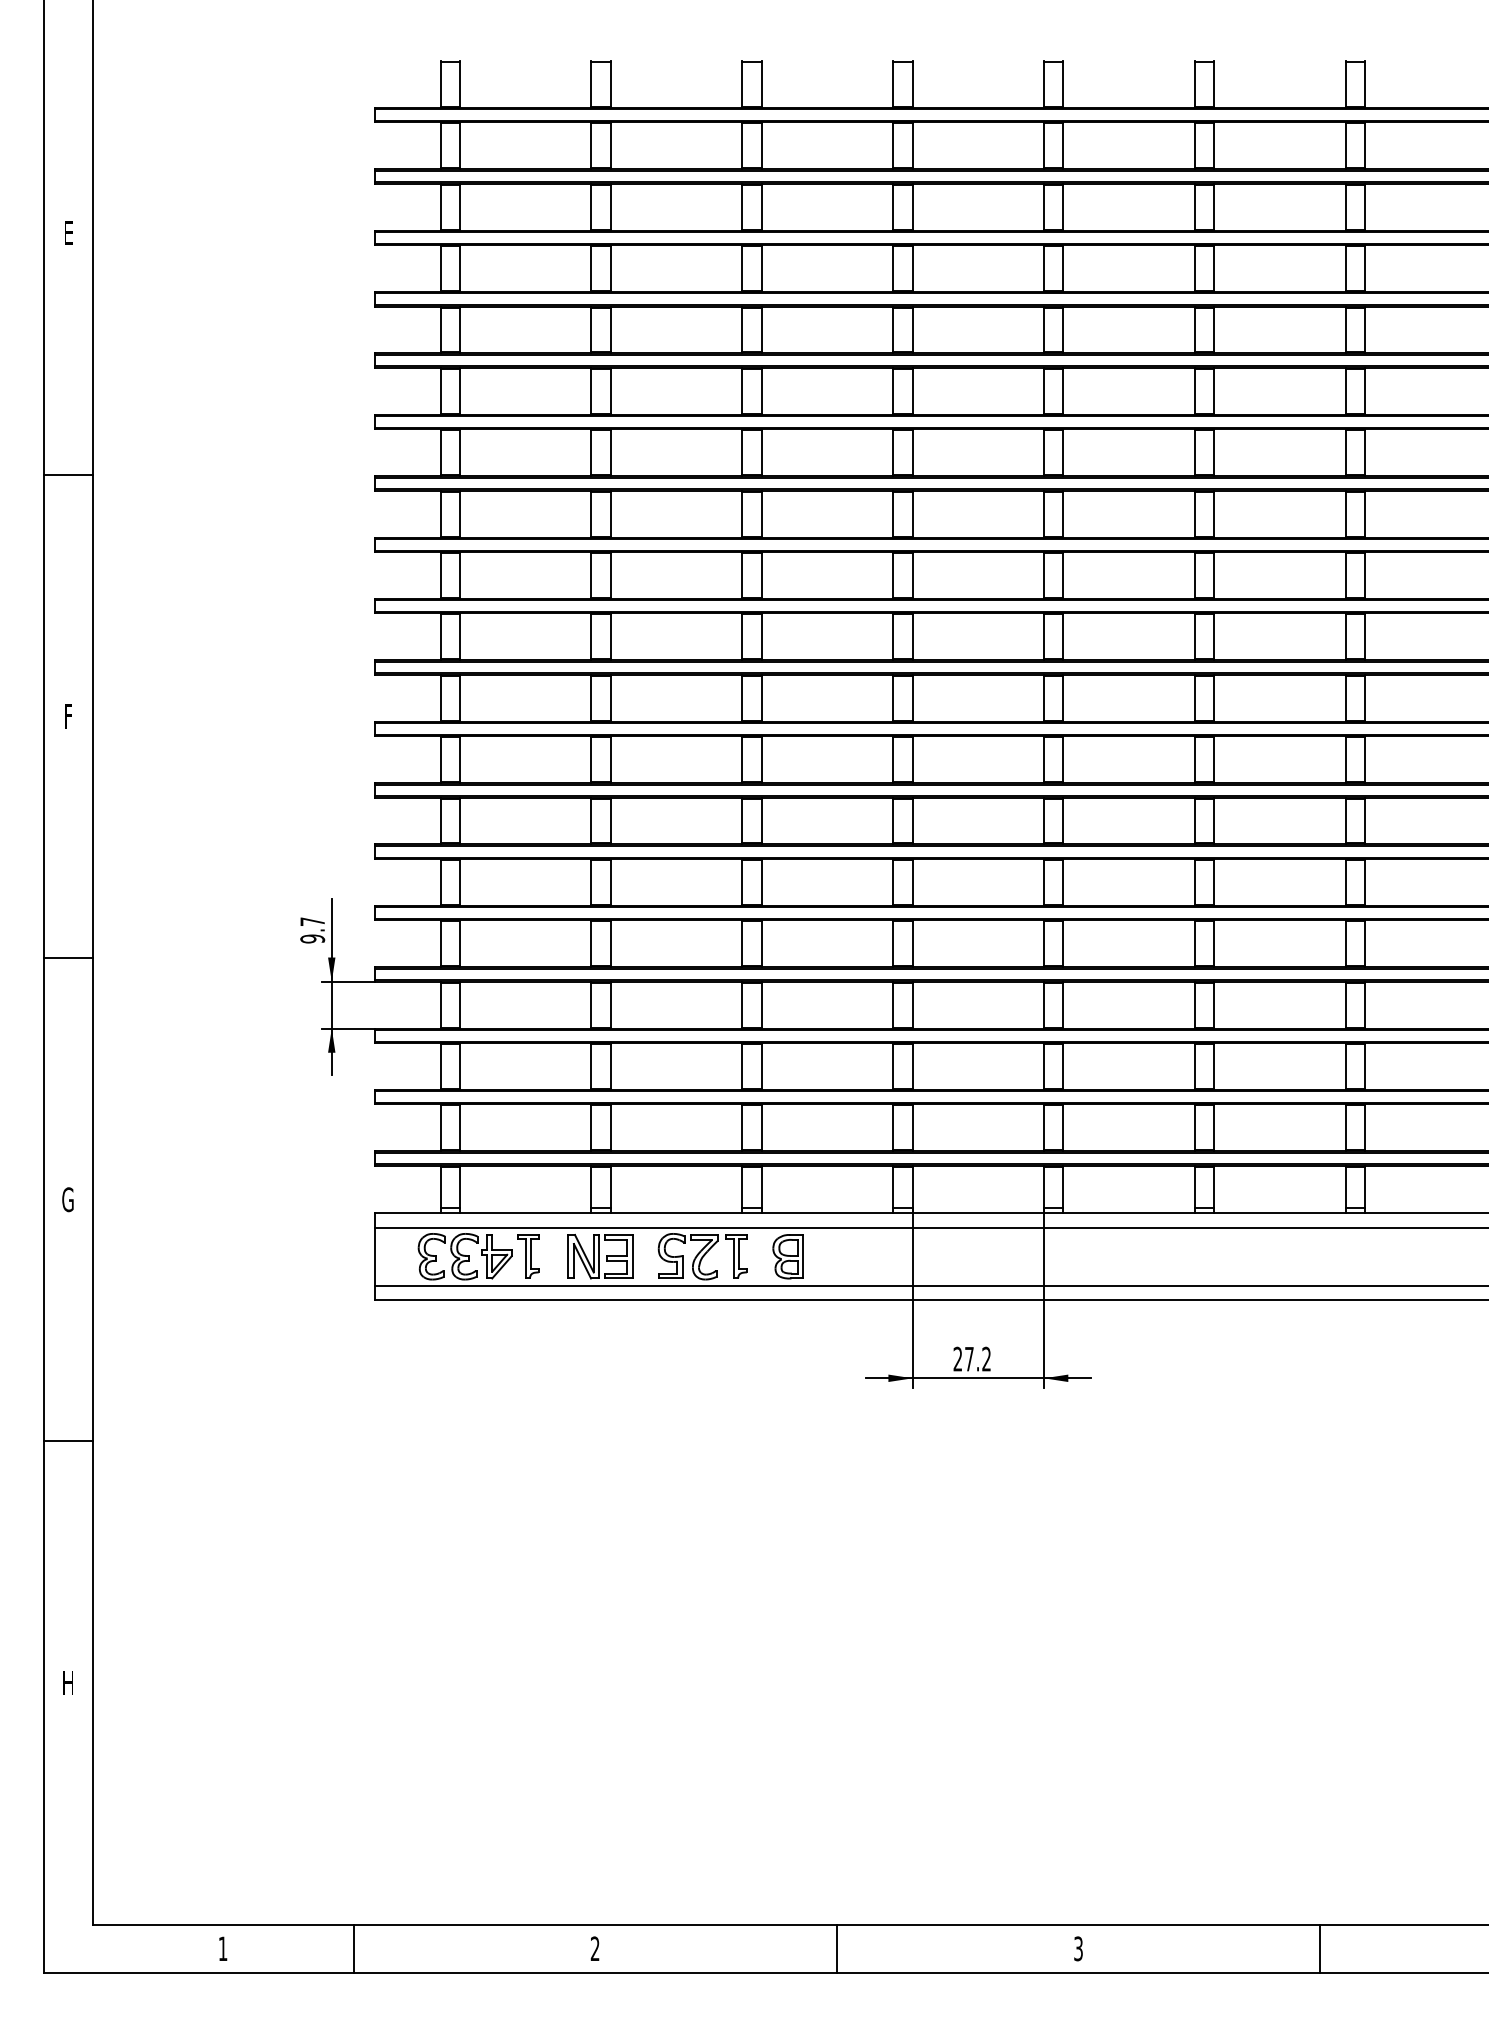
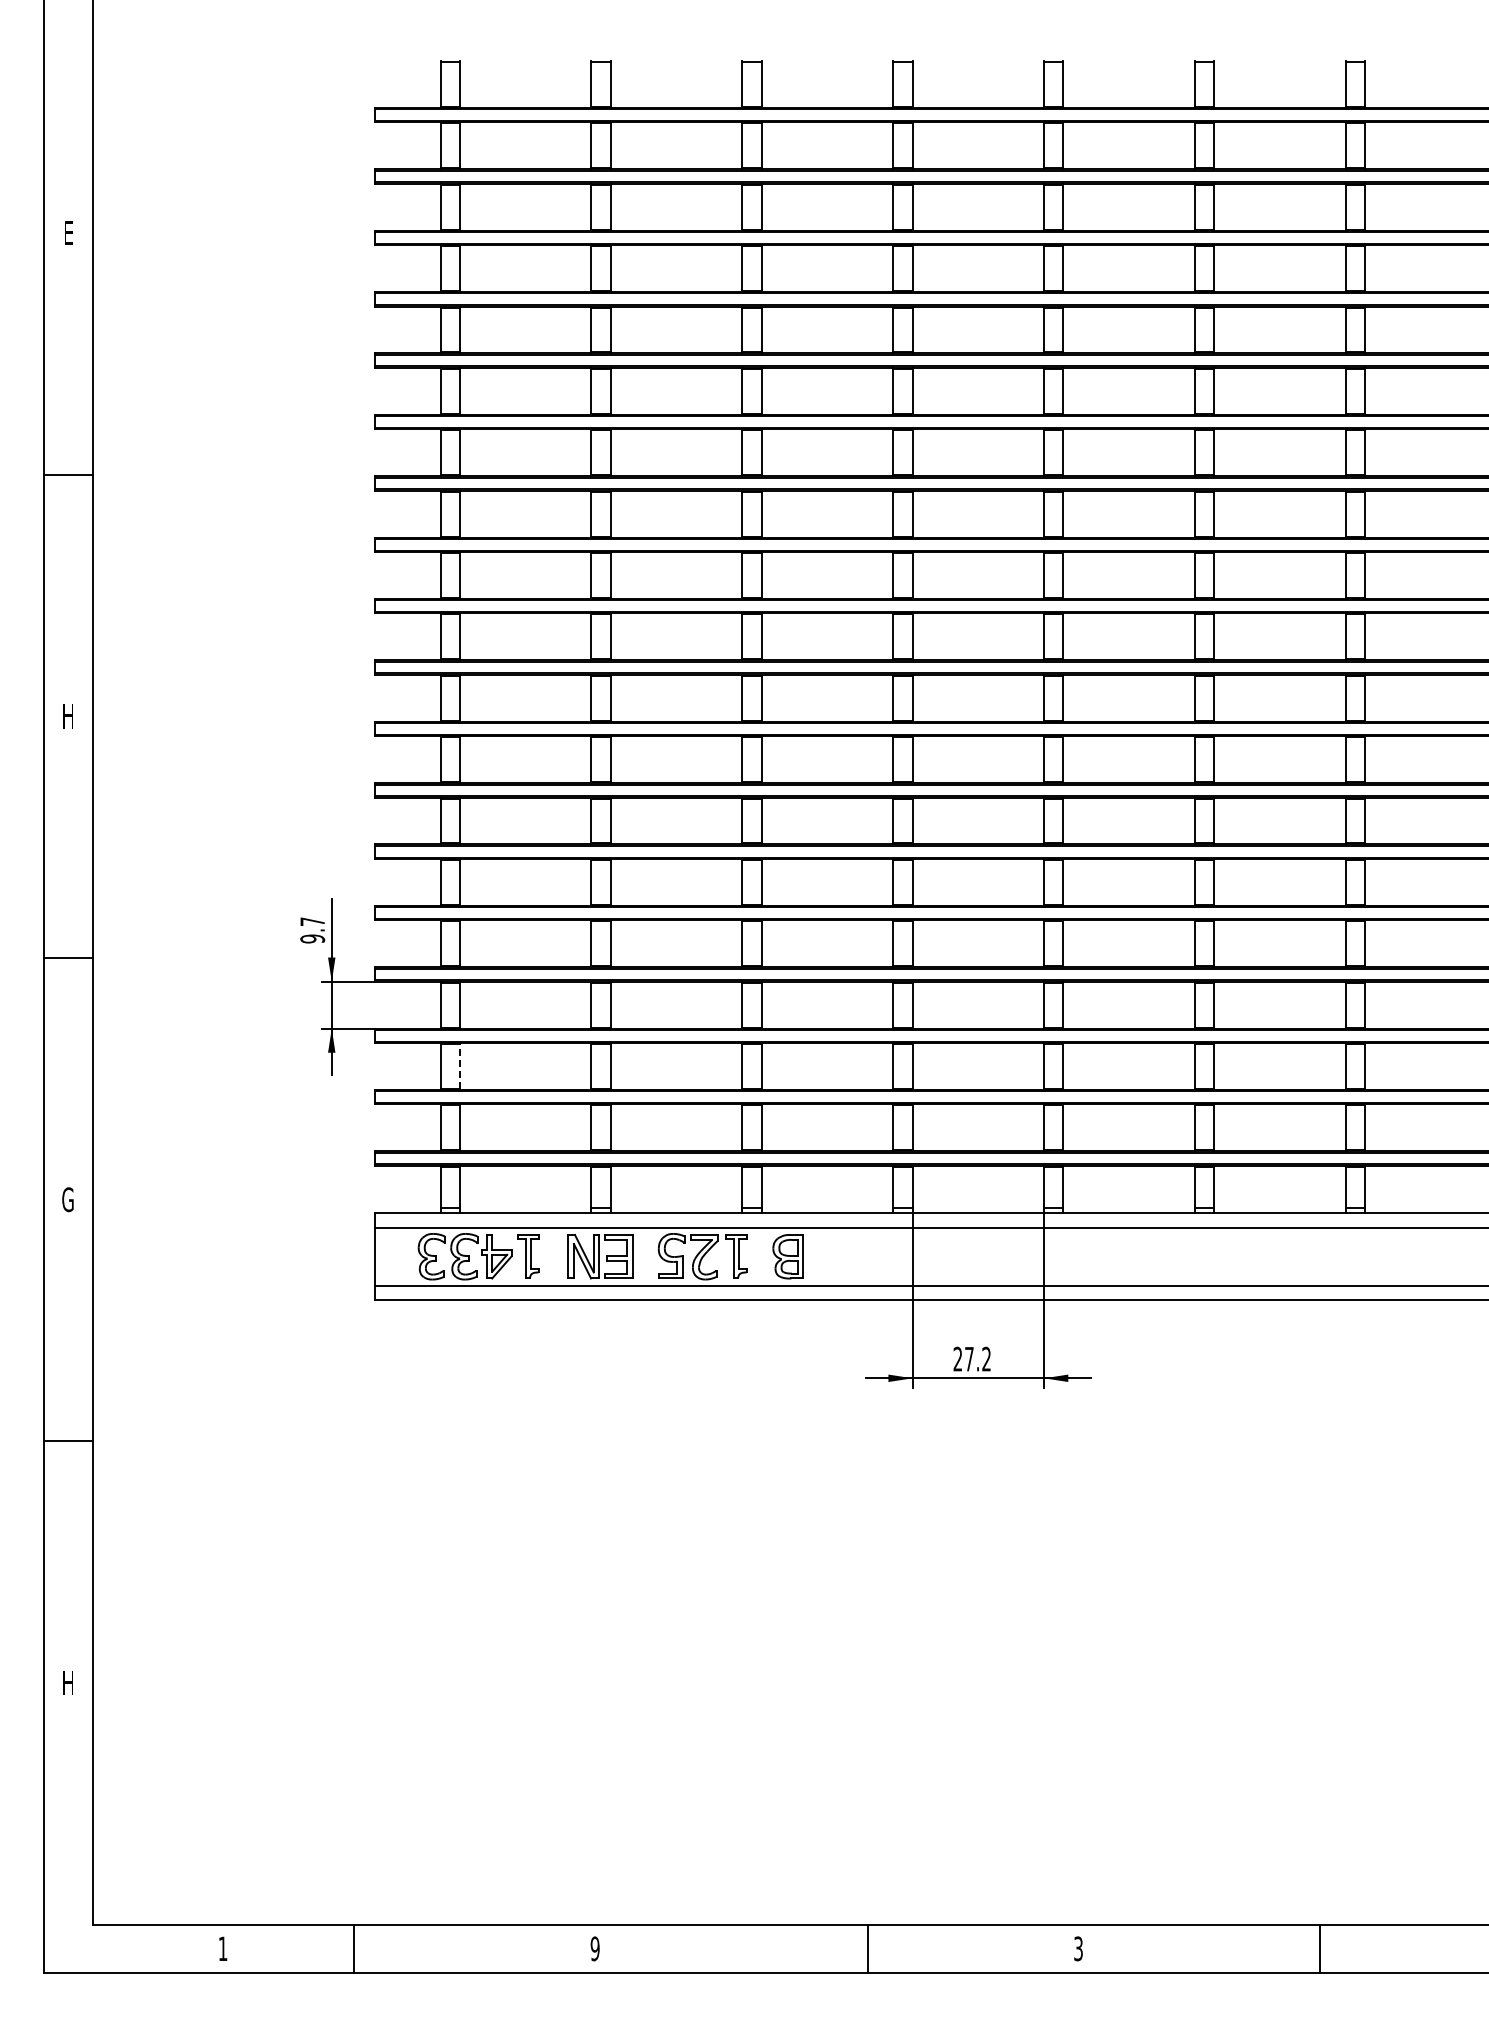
text at (67, 716): F -> H
line at (459, 1066): solid -> dashed
text at (594, 1948): 2 -> 9
line at (837, 1948) position: (837, 1948) -> (868, 1948)
